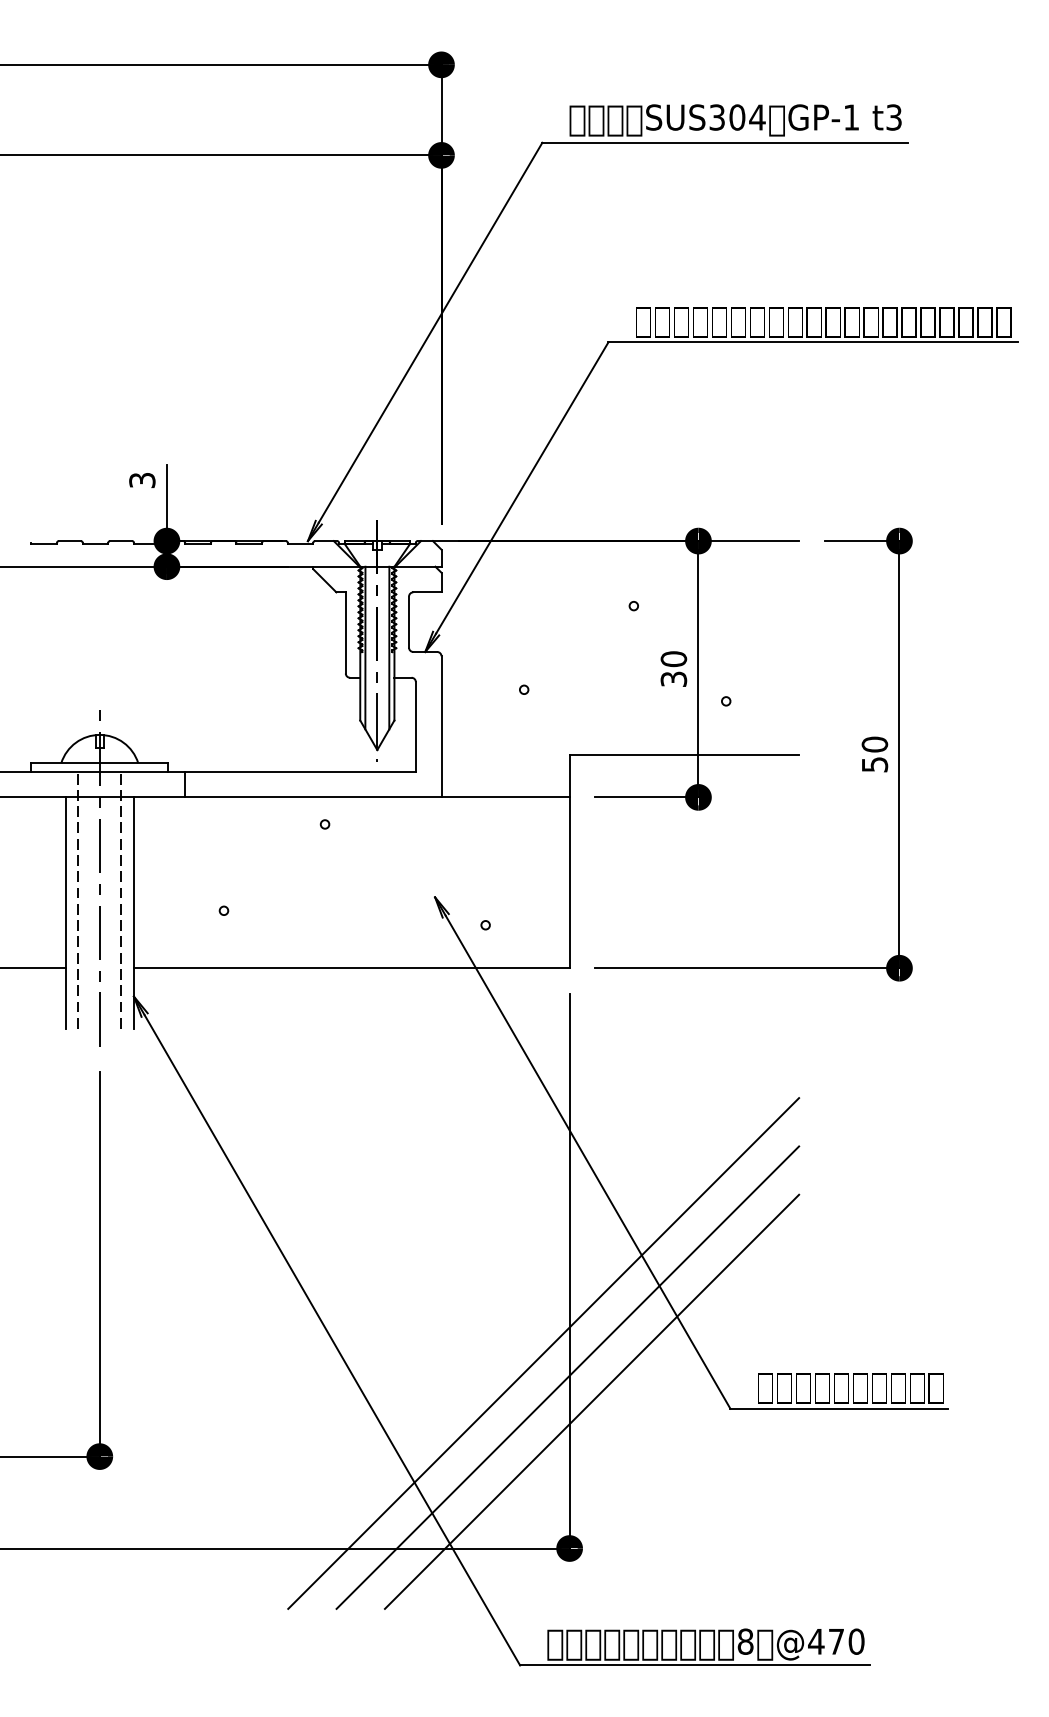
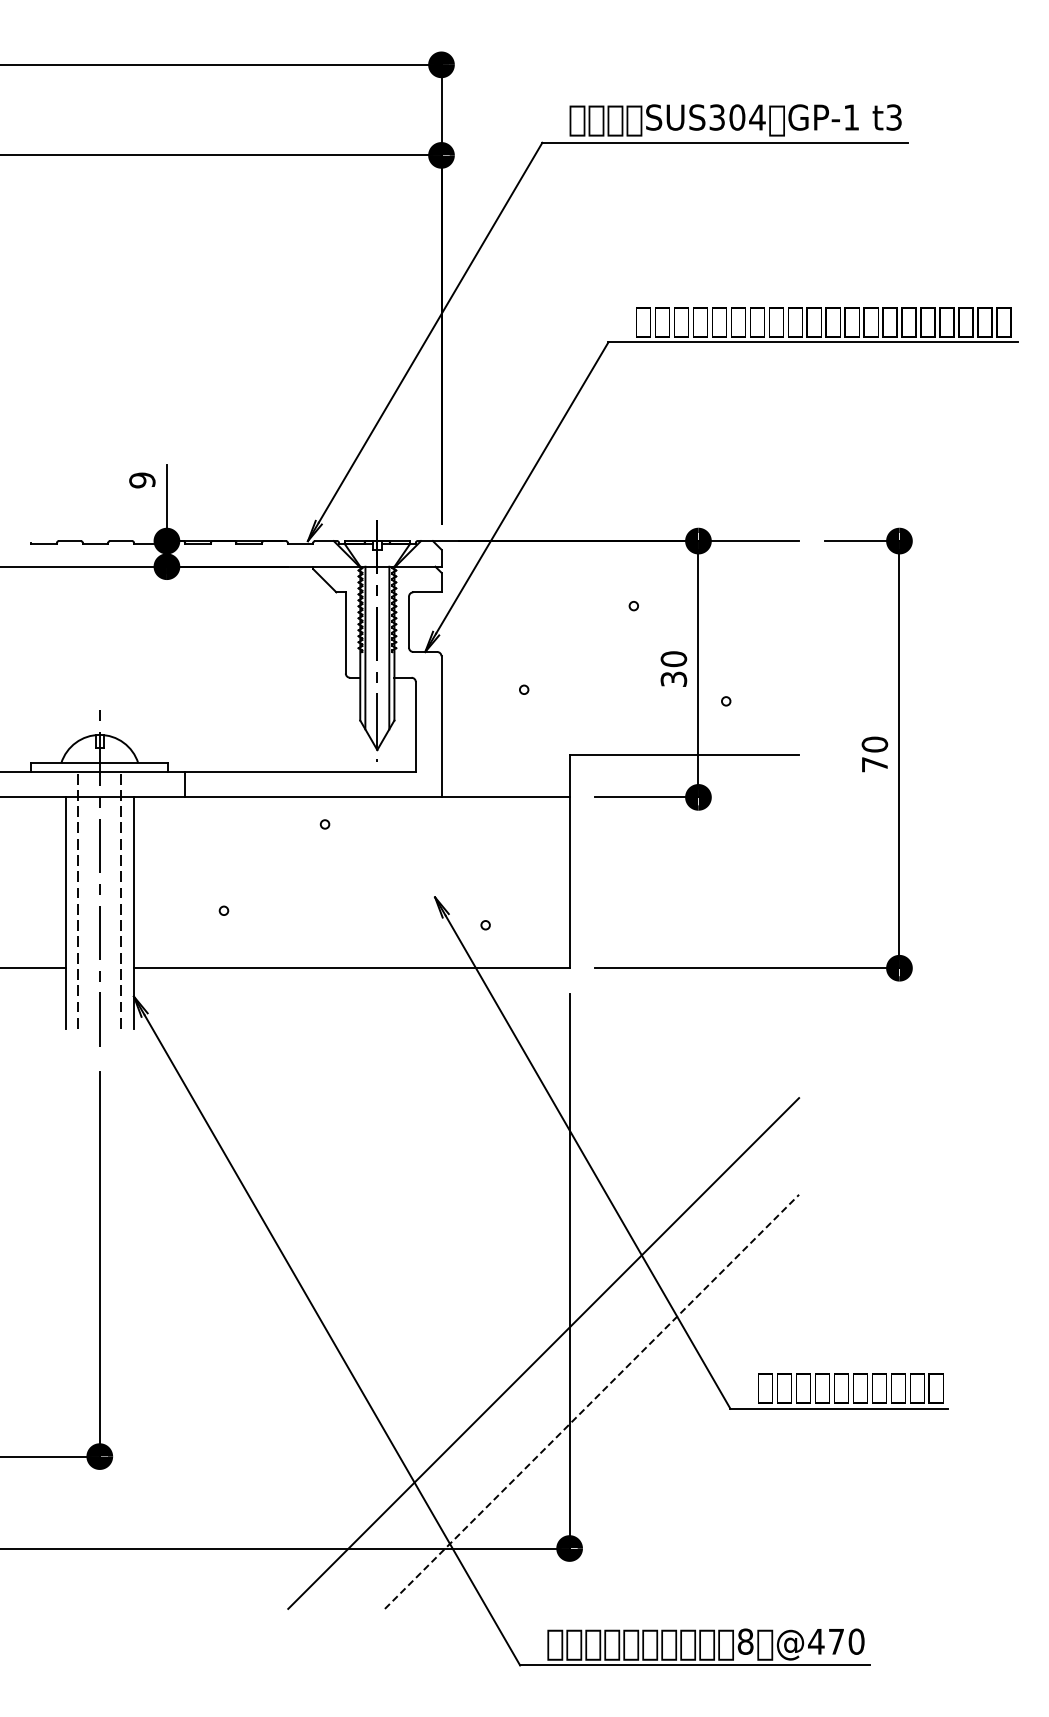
text at (142, 480): 3 -> 9
text at (875, 764): 50 -> 70
line at (567, 1377): present -> none
line at (592, 1401): solid -> dashed
